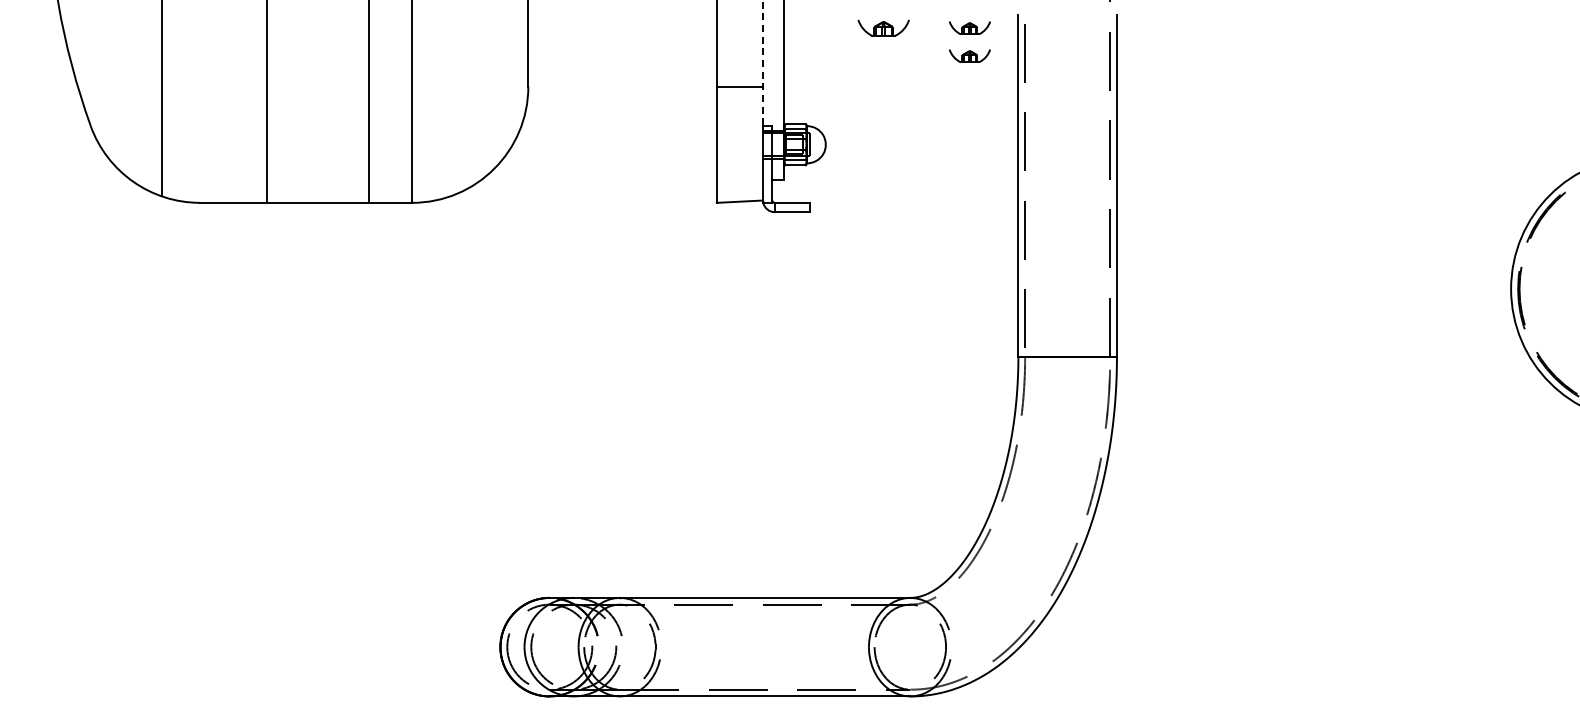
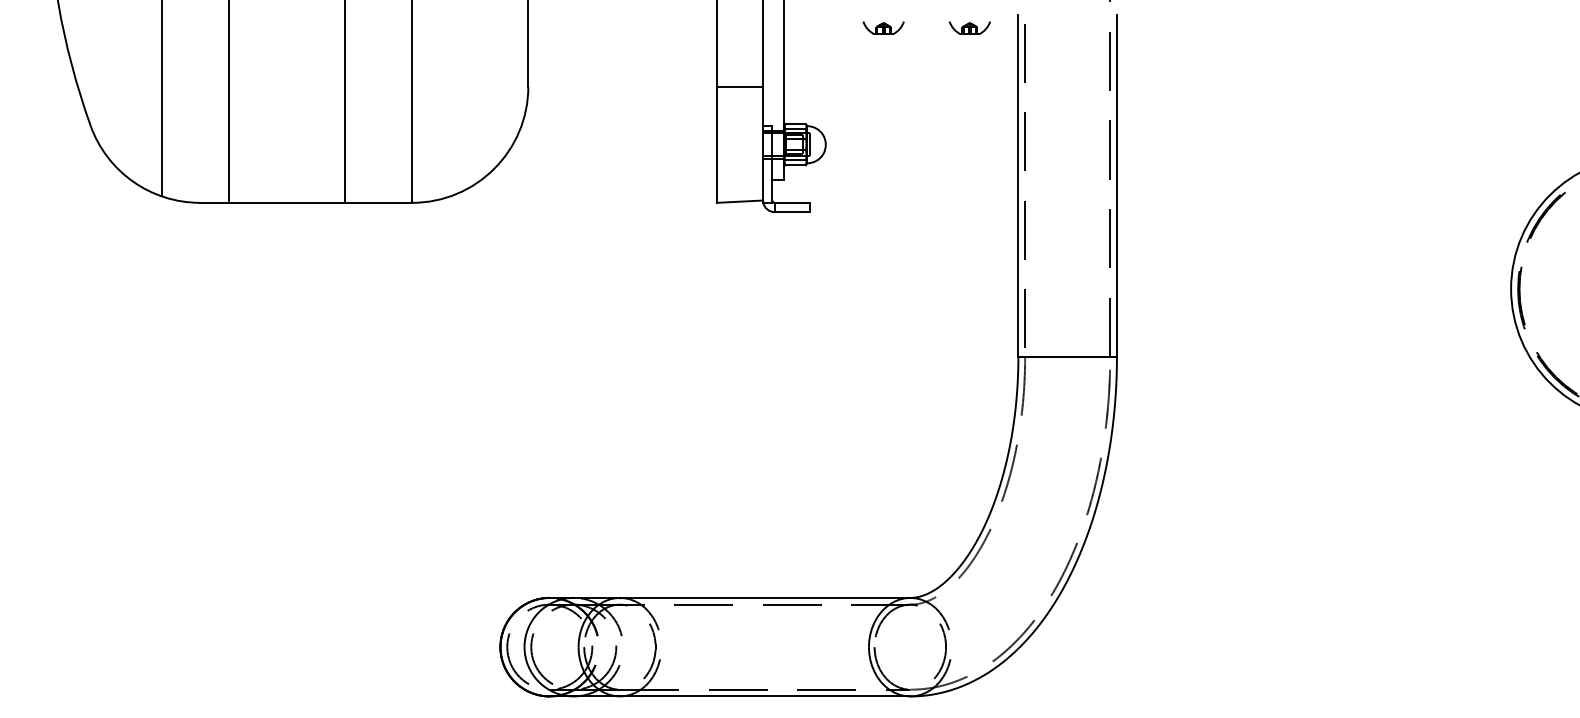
part at (883, 27) size: 53x18 px -> 43x14 px
part at (969, 55): present -> none
line at (763, 63): dashed -> solid
line at (267, 101) position: (267, 101) -> (229, 101)
line at (369, 101) position: (369, 101) -> (345, 101)
